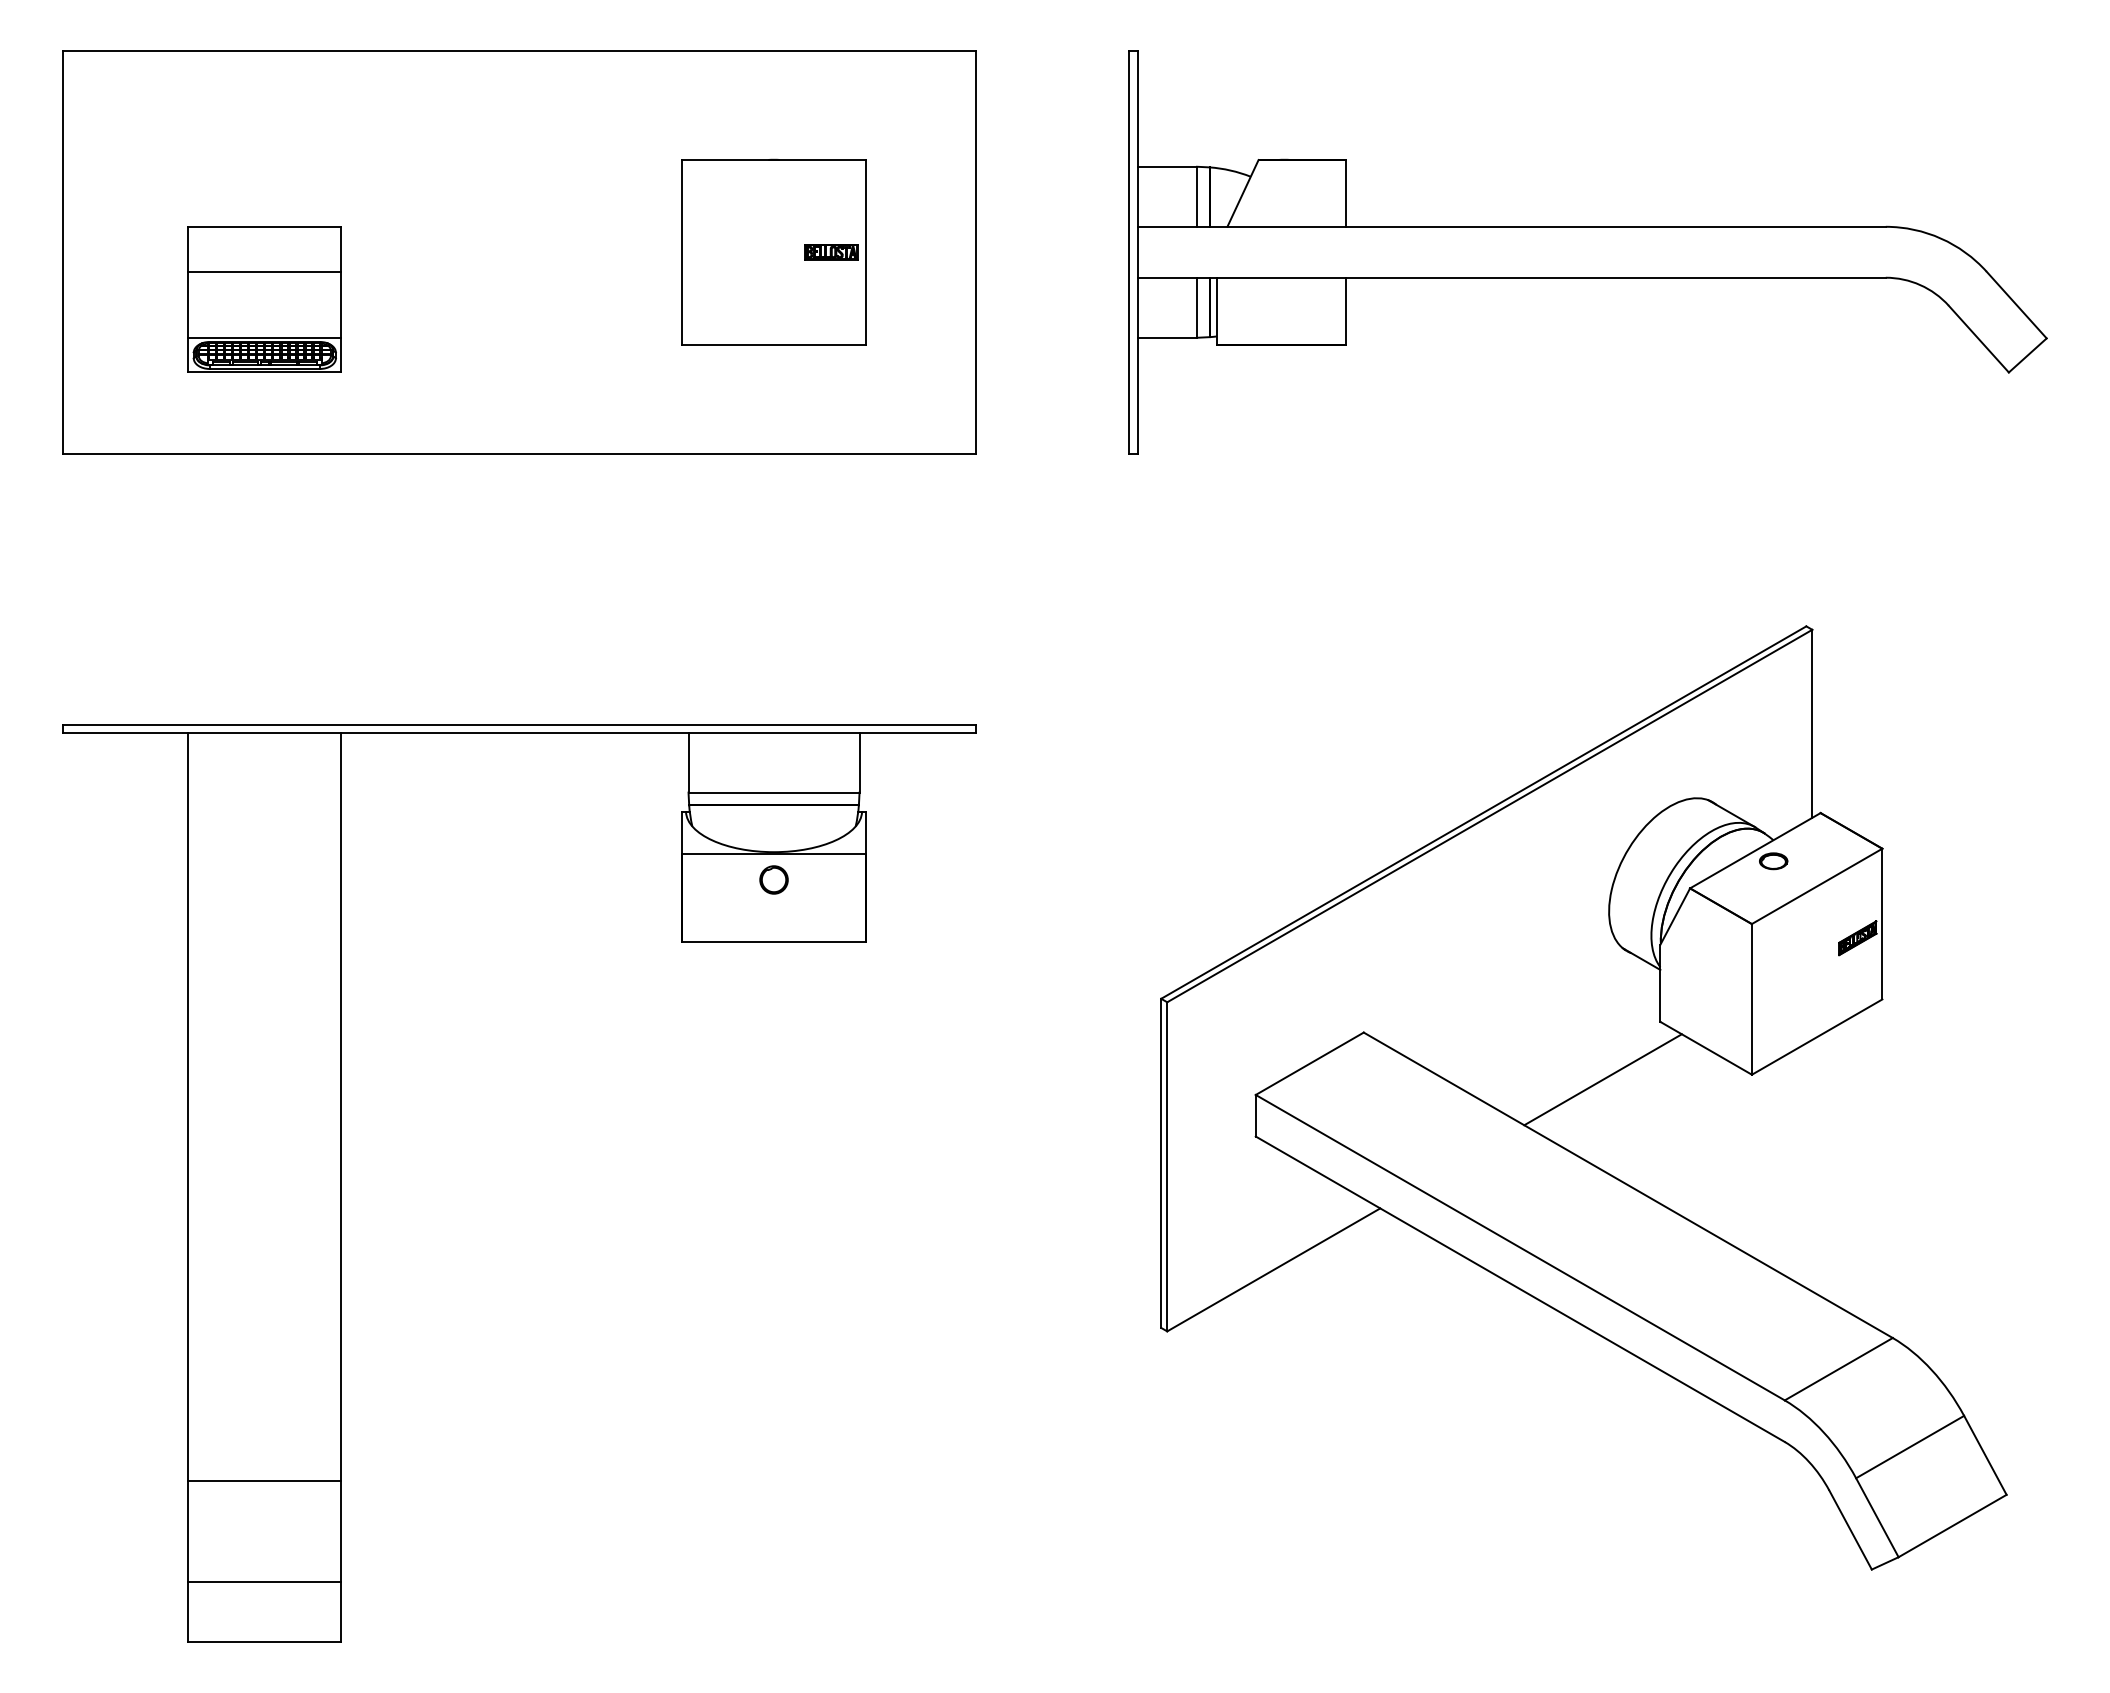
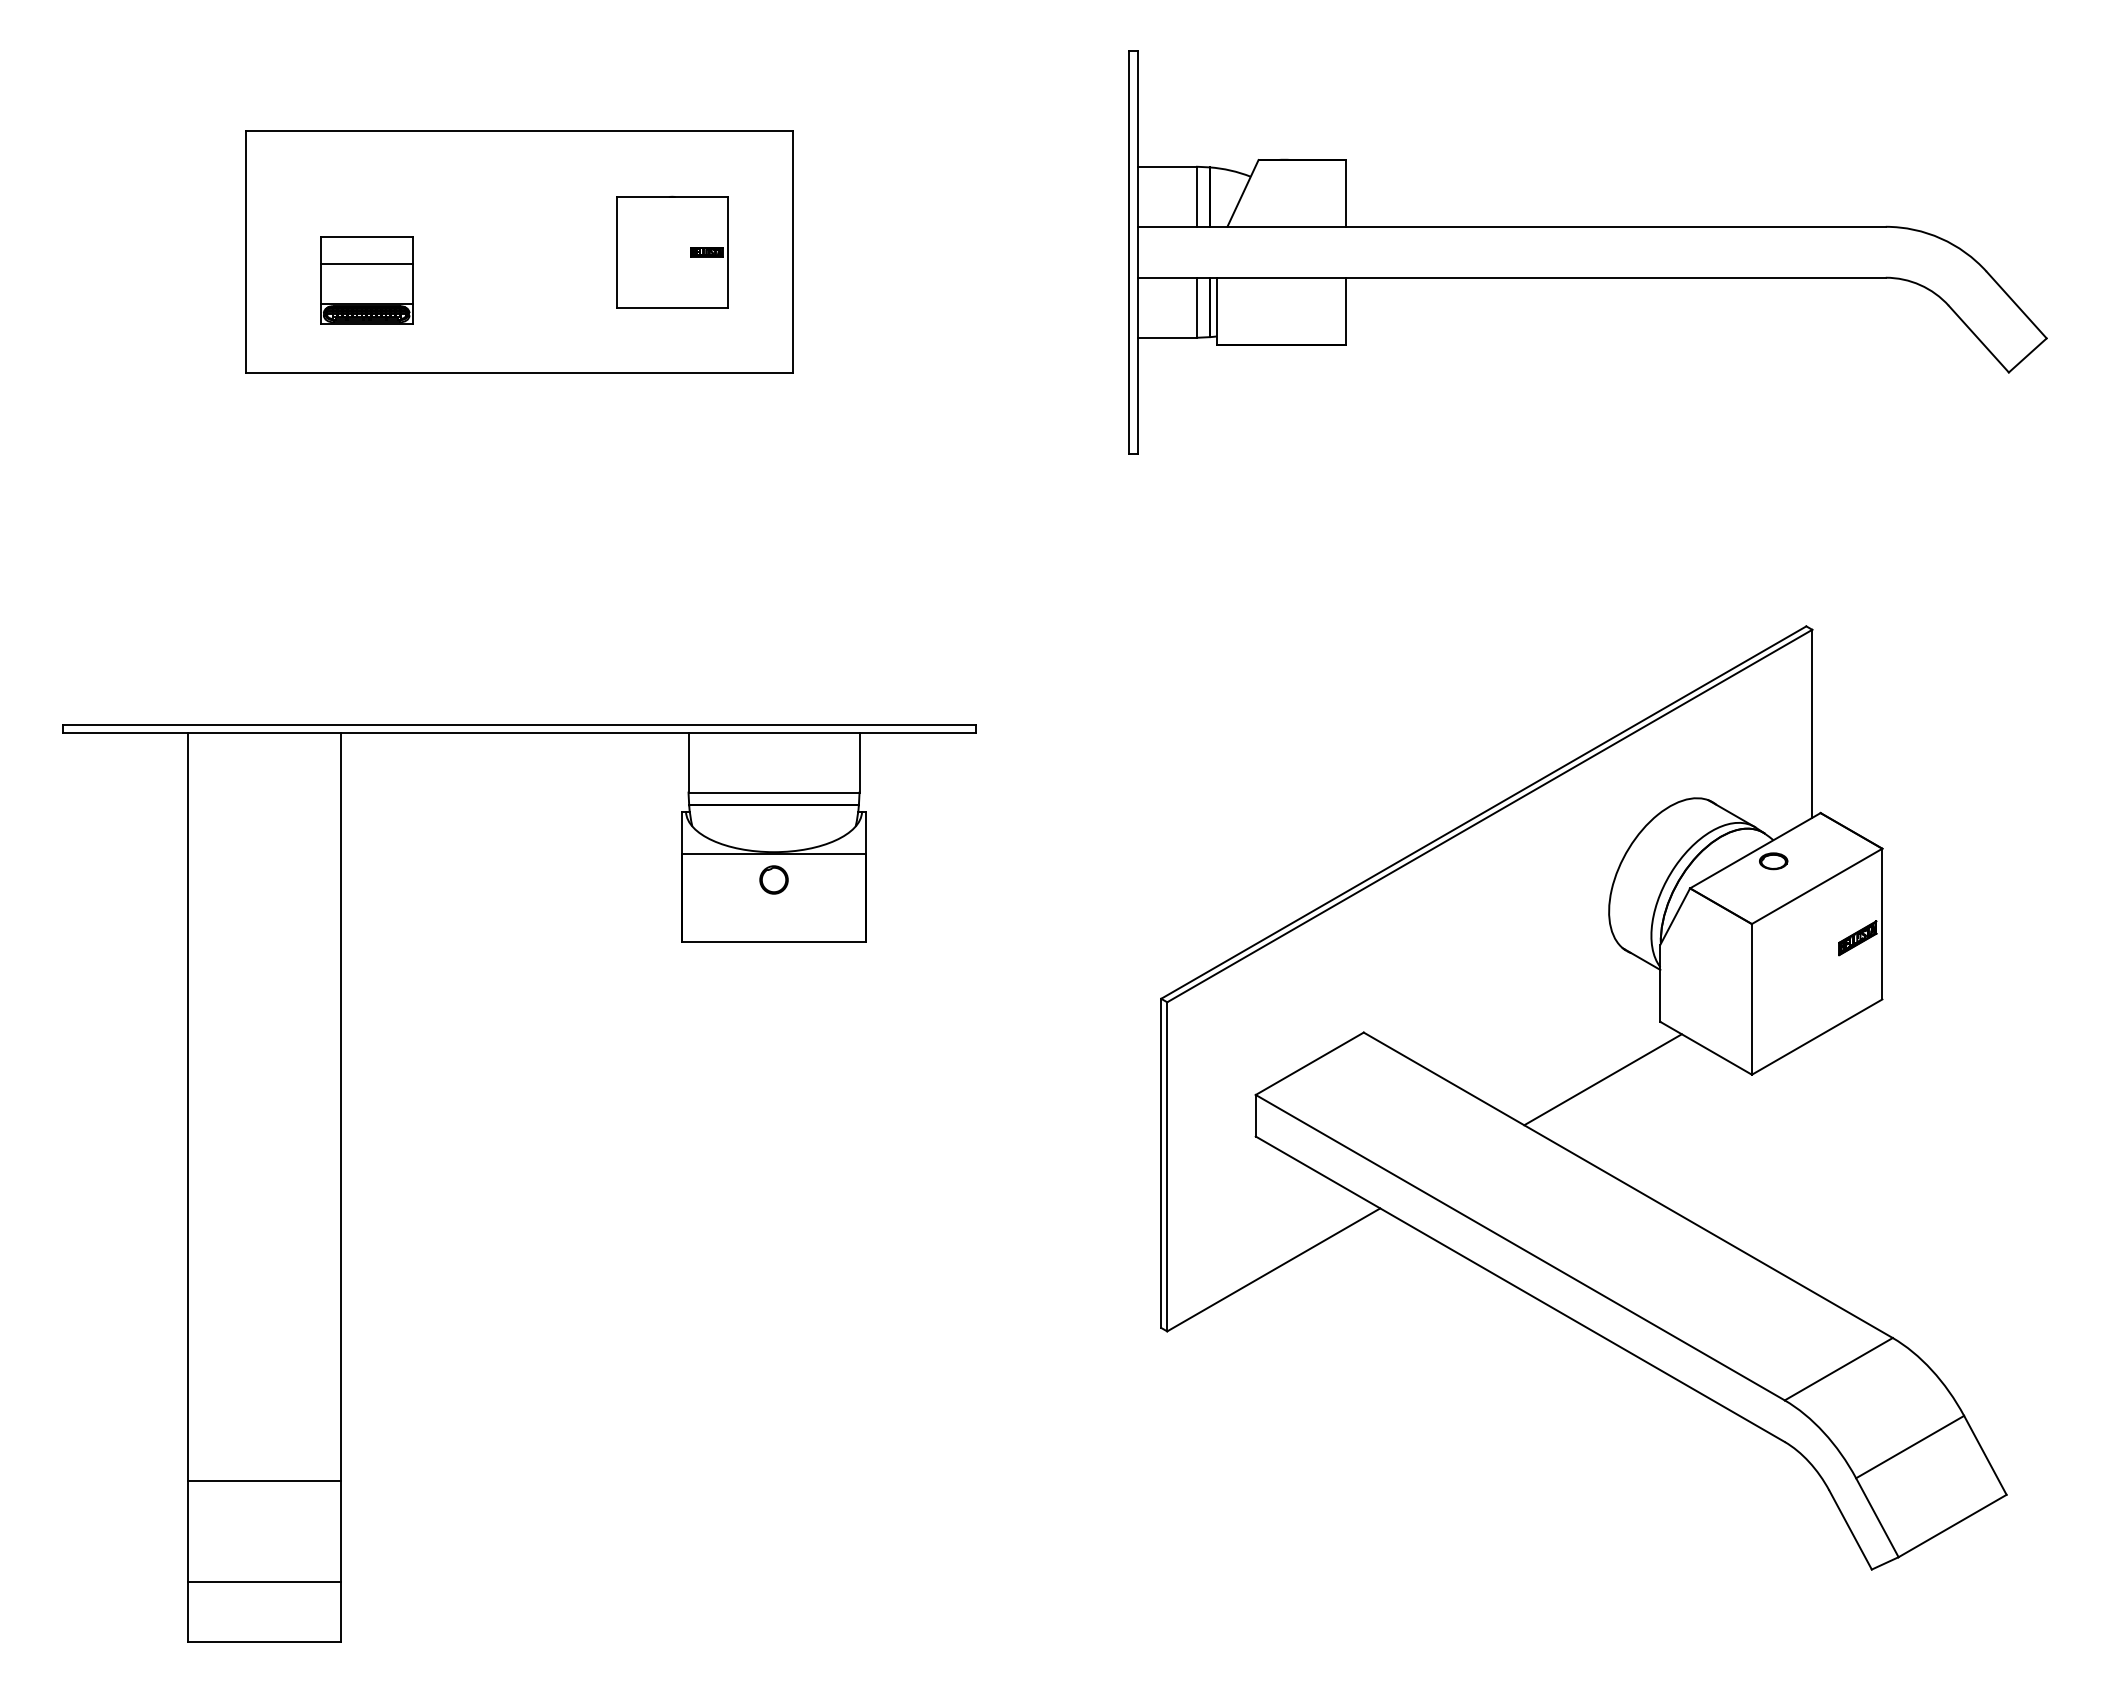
part at (519, 252) size: 915x405 px -> 549x244 px
